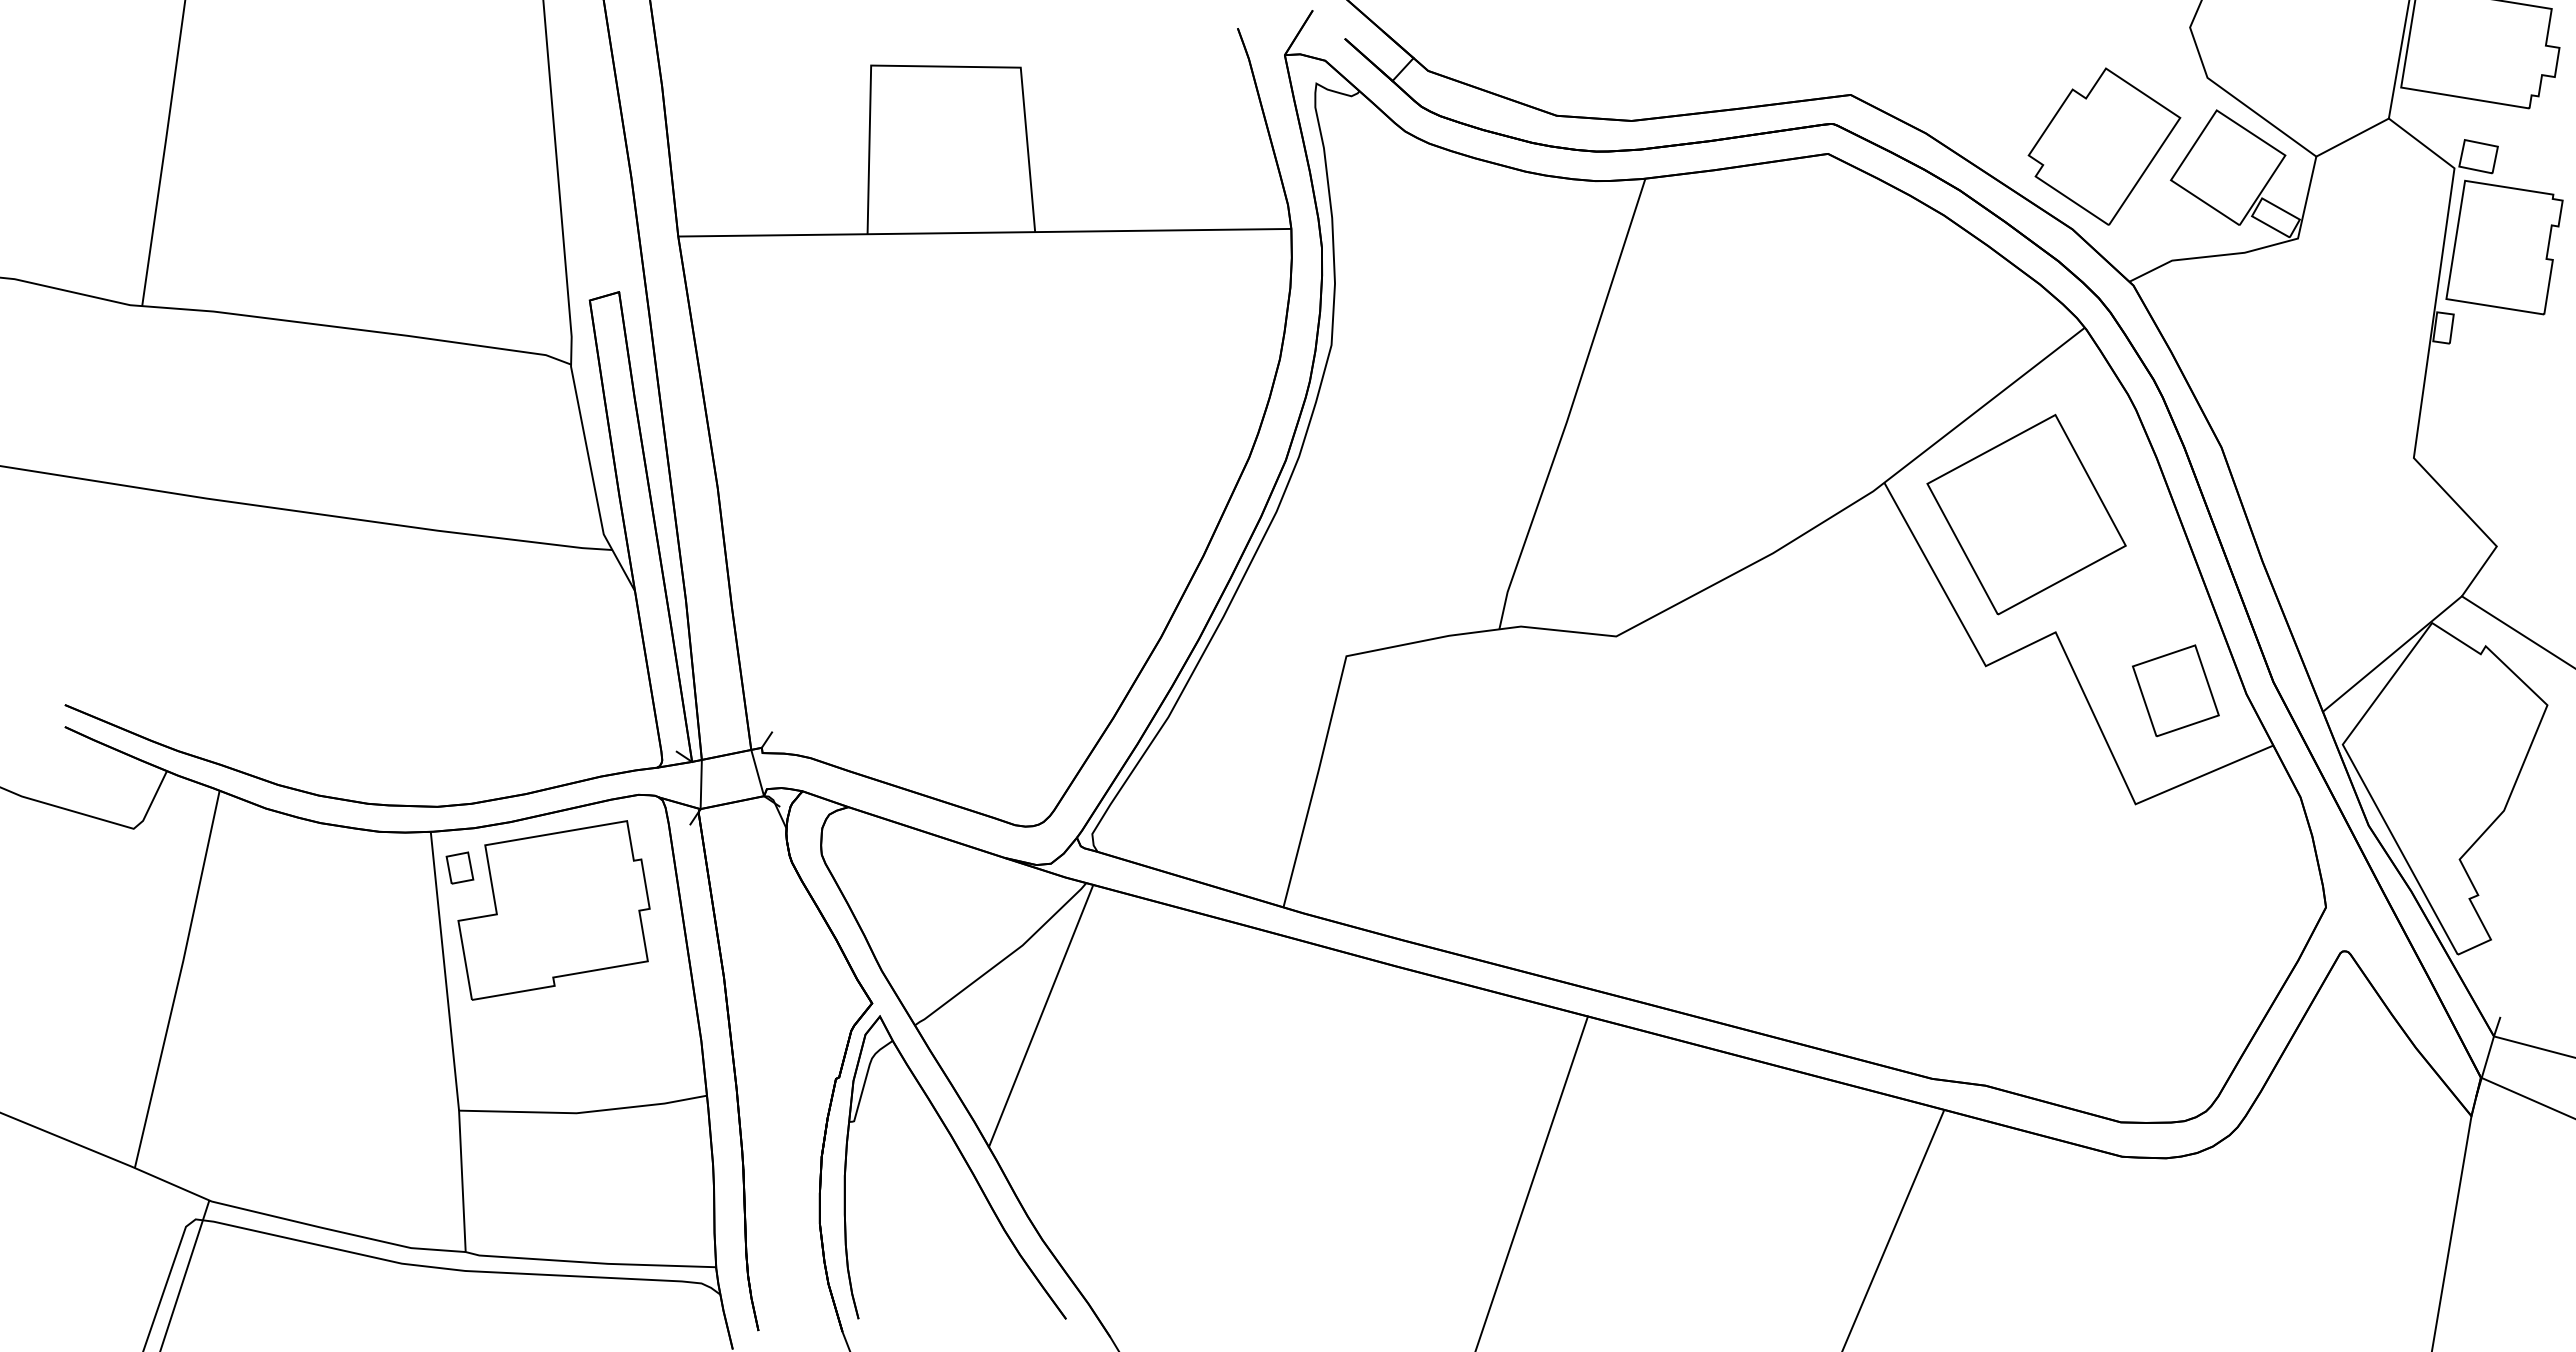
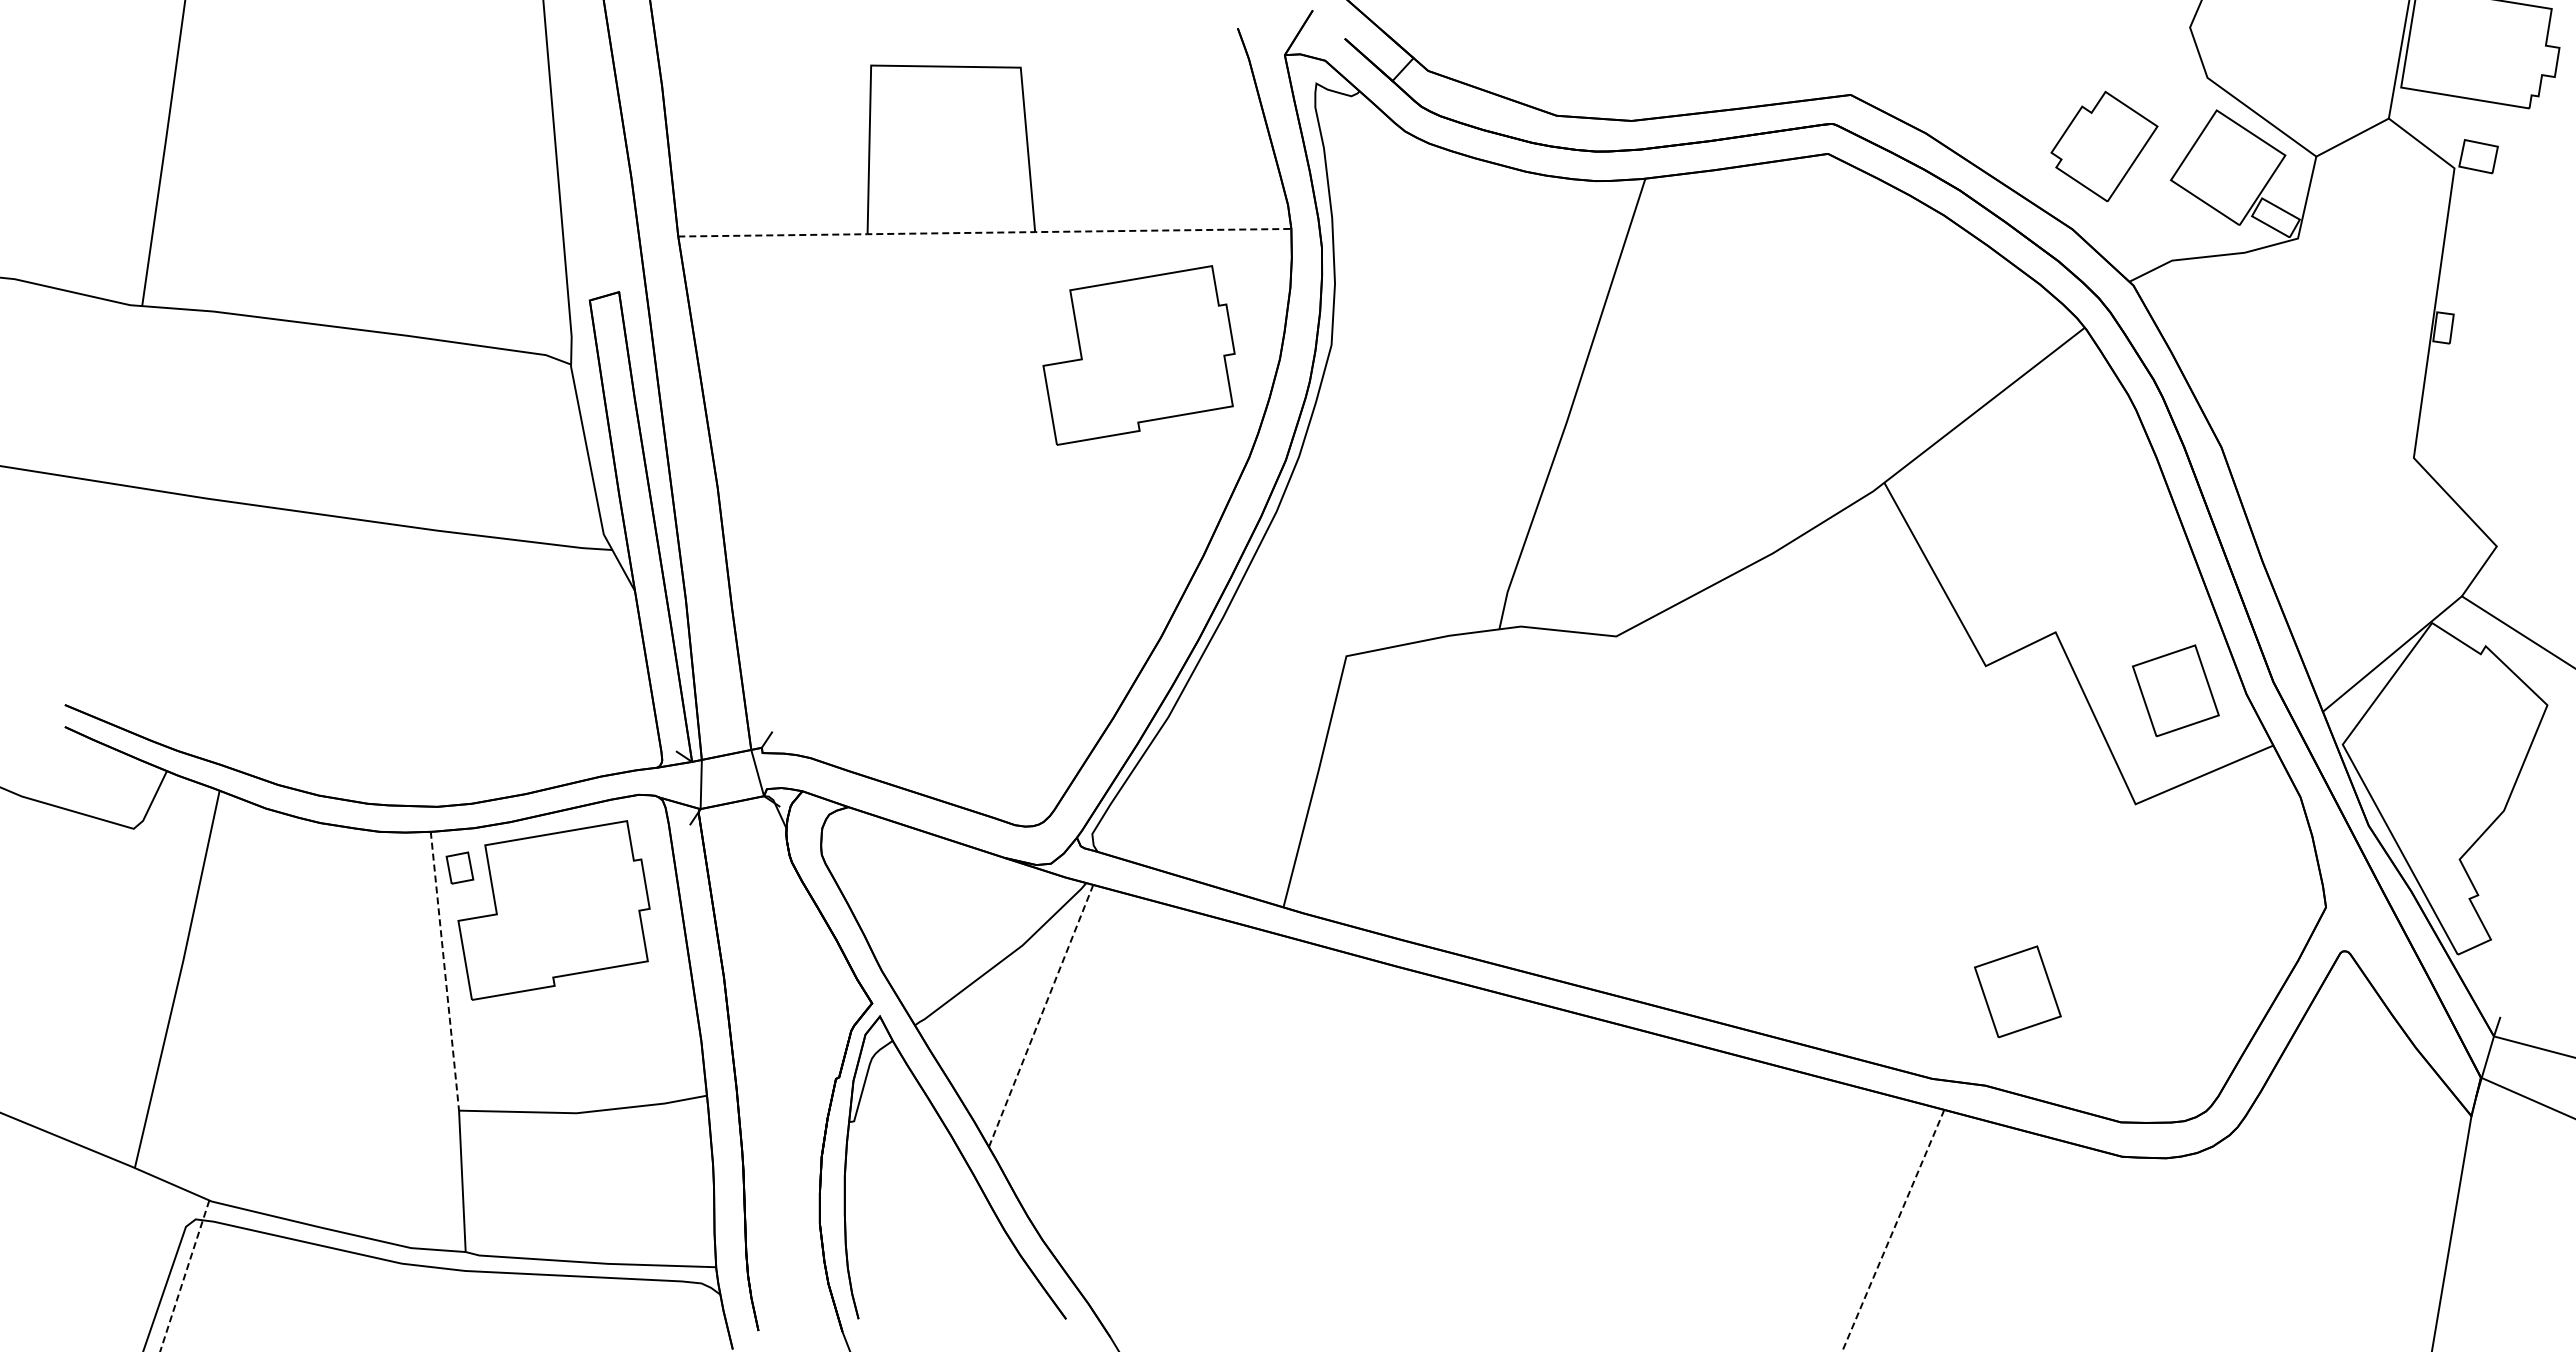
part at (2104, 146) size: 155x159 px -> 109x112 px
line at (985, 232): solid -> dashed
part at (2504, 247): present -> none
part at (1138, 355): none -> present
part at (2026, 514): present -> none
line at (445, 971): solid -> dashed
part at (2017, 991): none -> present
line at (1040, 1016): solid -> dashed
line at (1531, 1182): present -> none
line at (1893, 1230): solid -> dashed
line at (184, 1276): solid -> dashed
